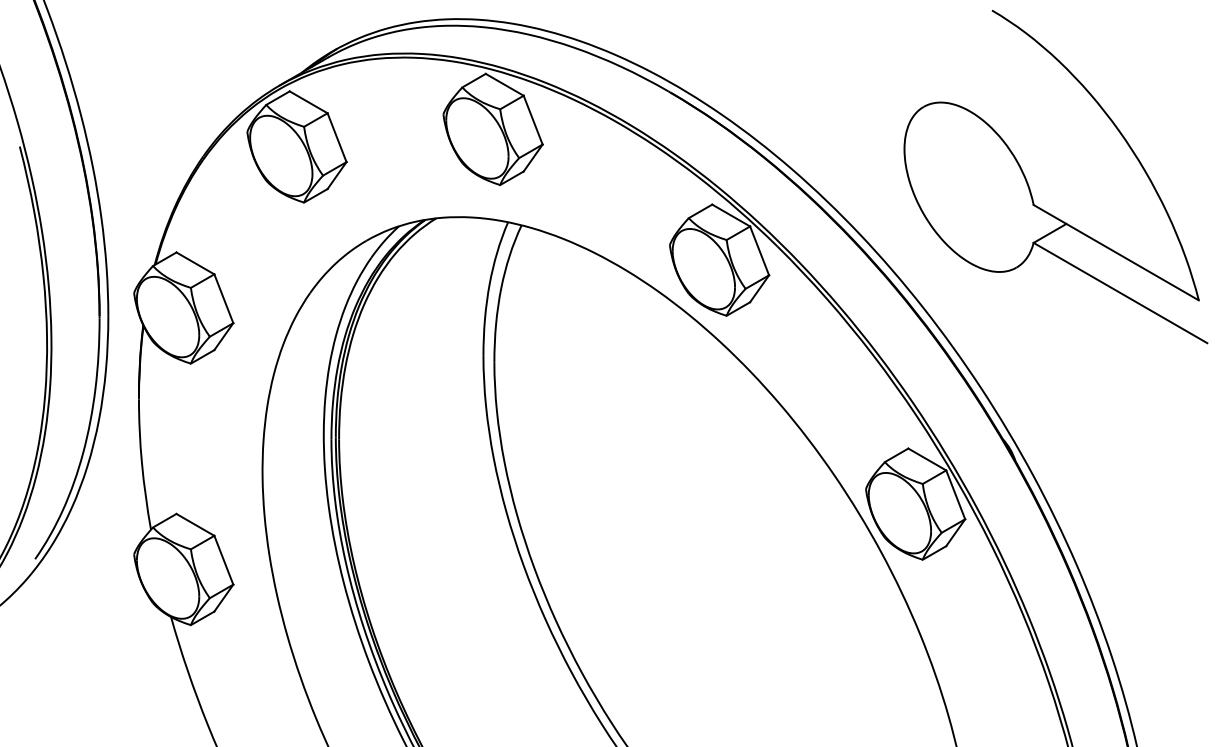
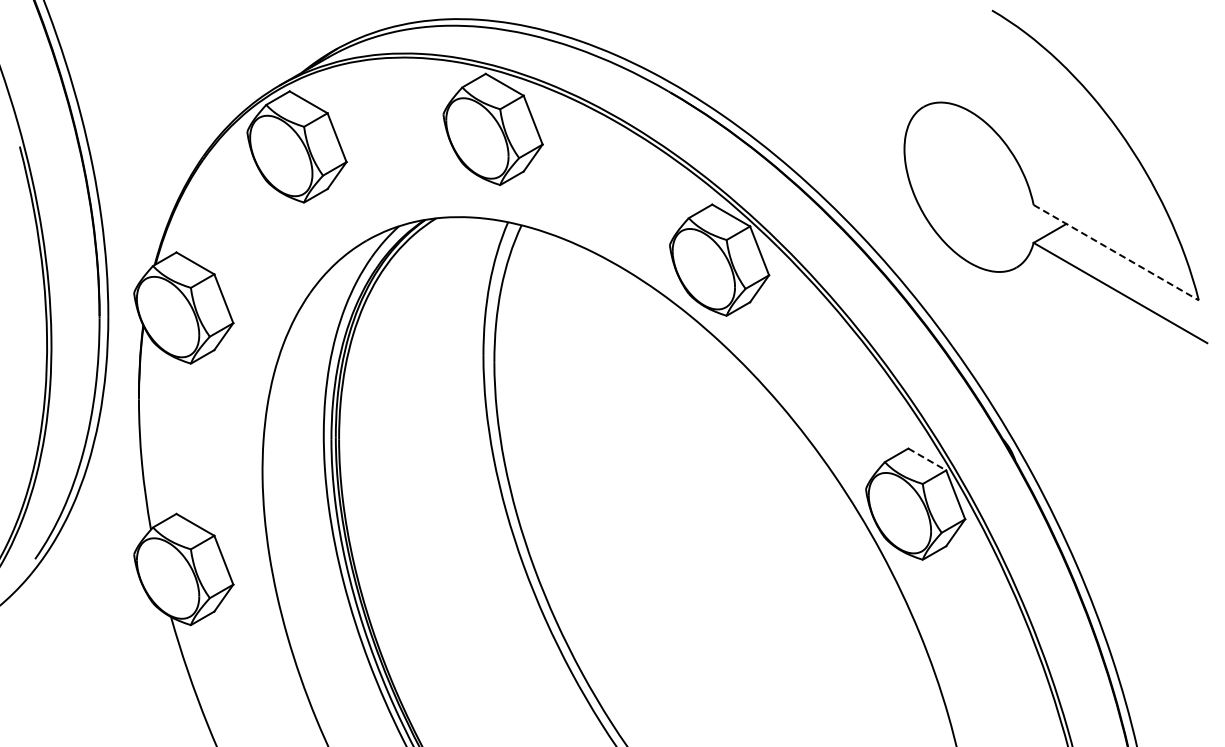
line at (1116, 252): solid -> dashed
line at (927, 459): solid -> dashed
